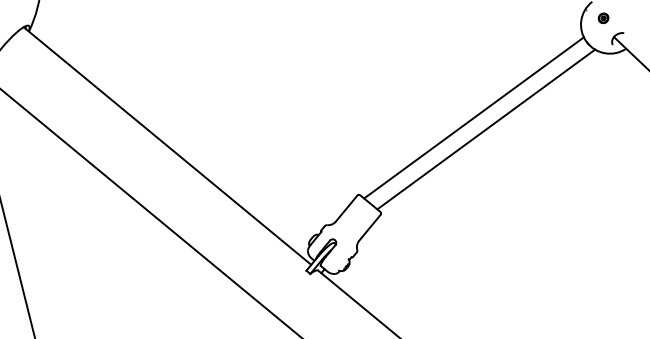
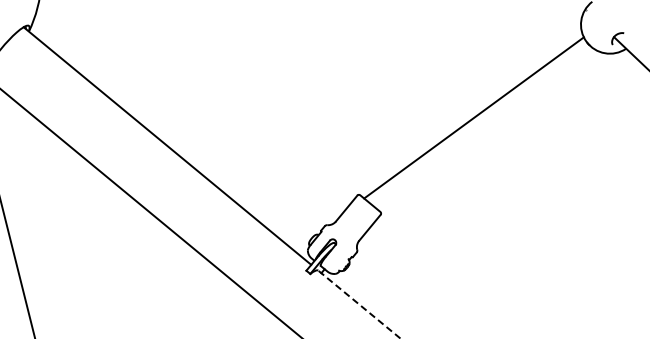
part at (603, 17): present -> none
line at (486, 129): present -> none
line at (359, 304): solid -> dashed
